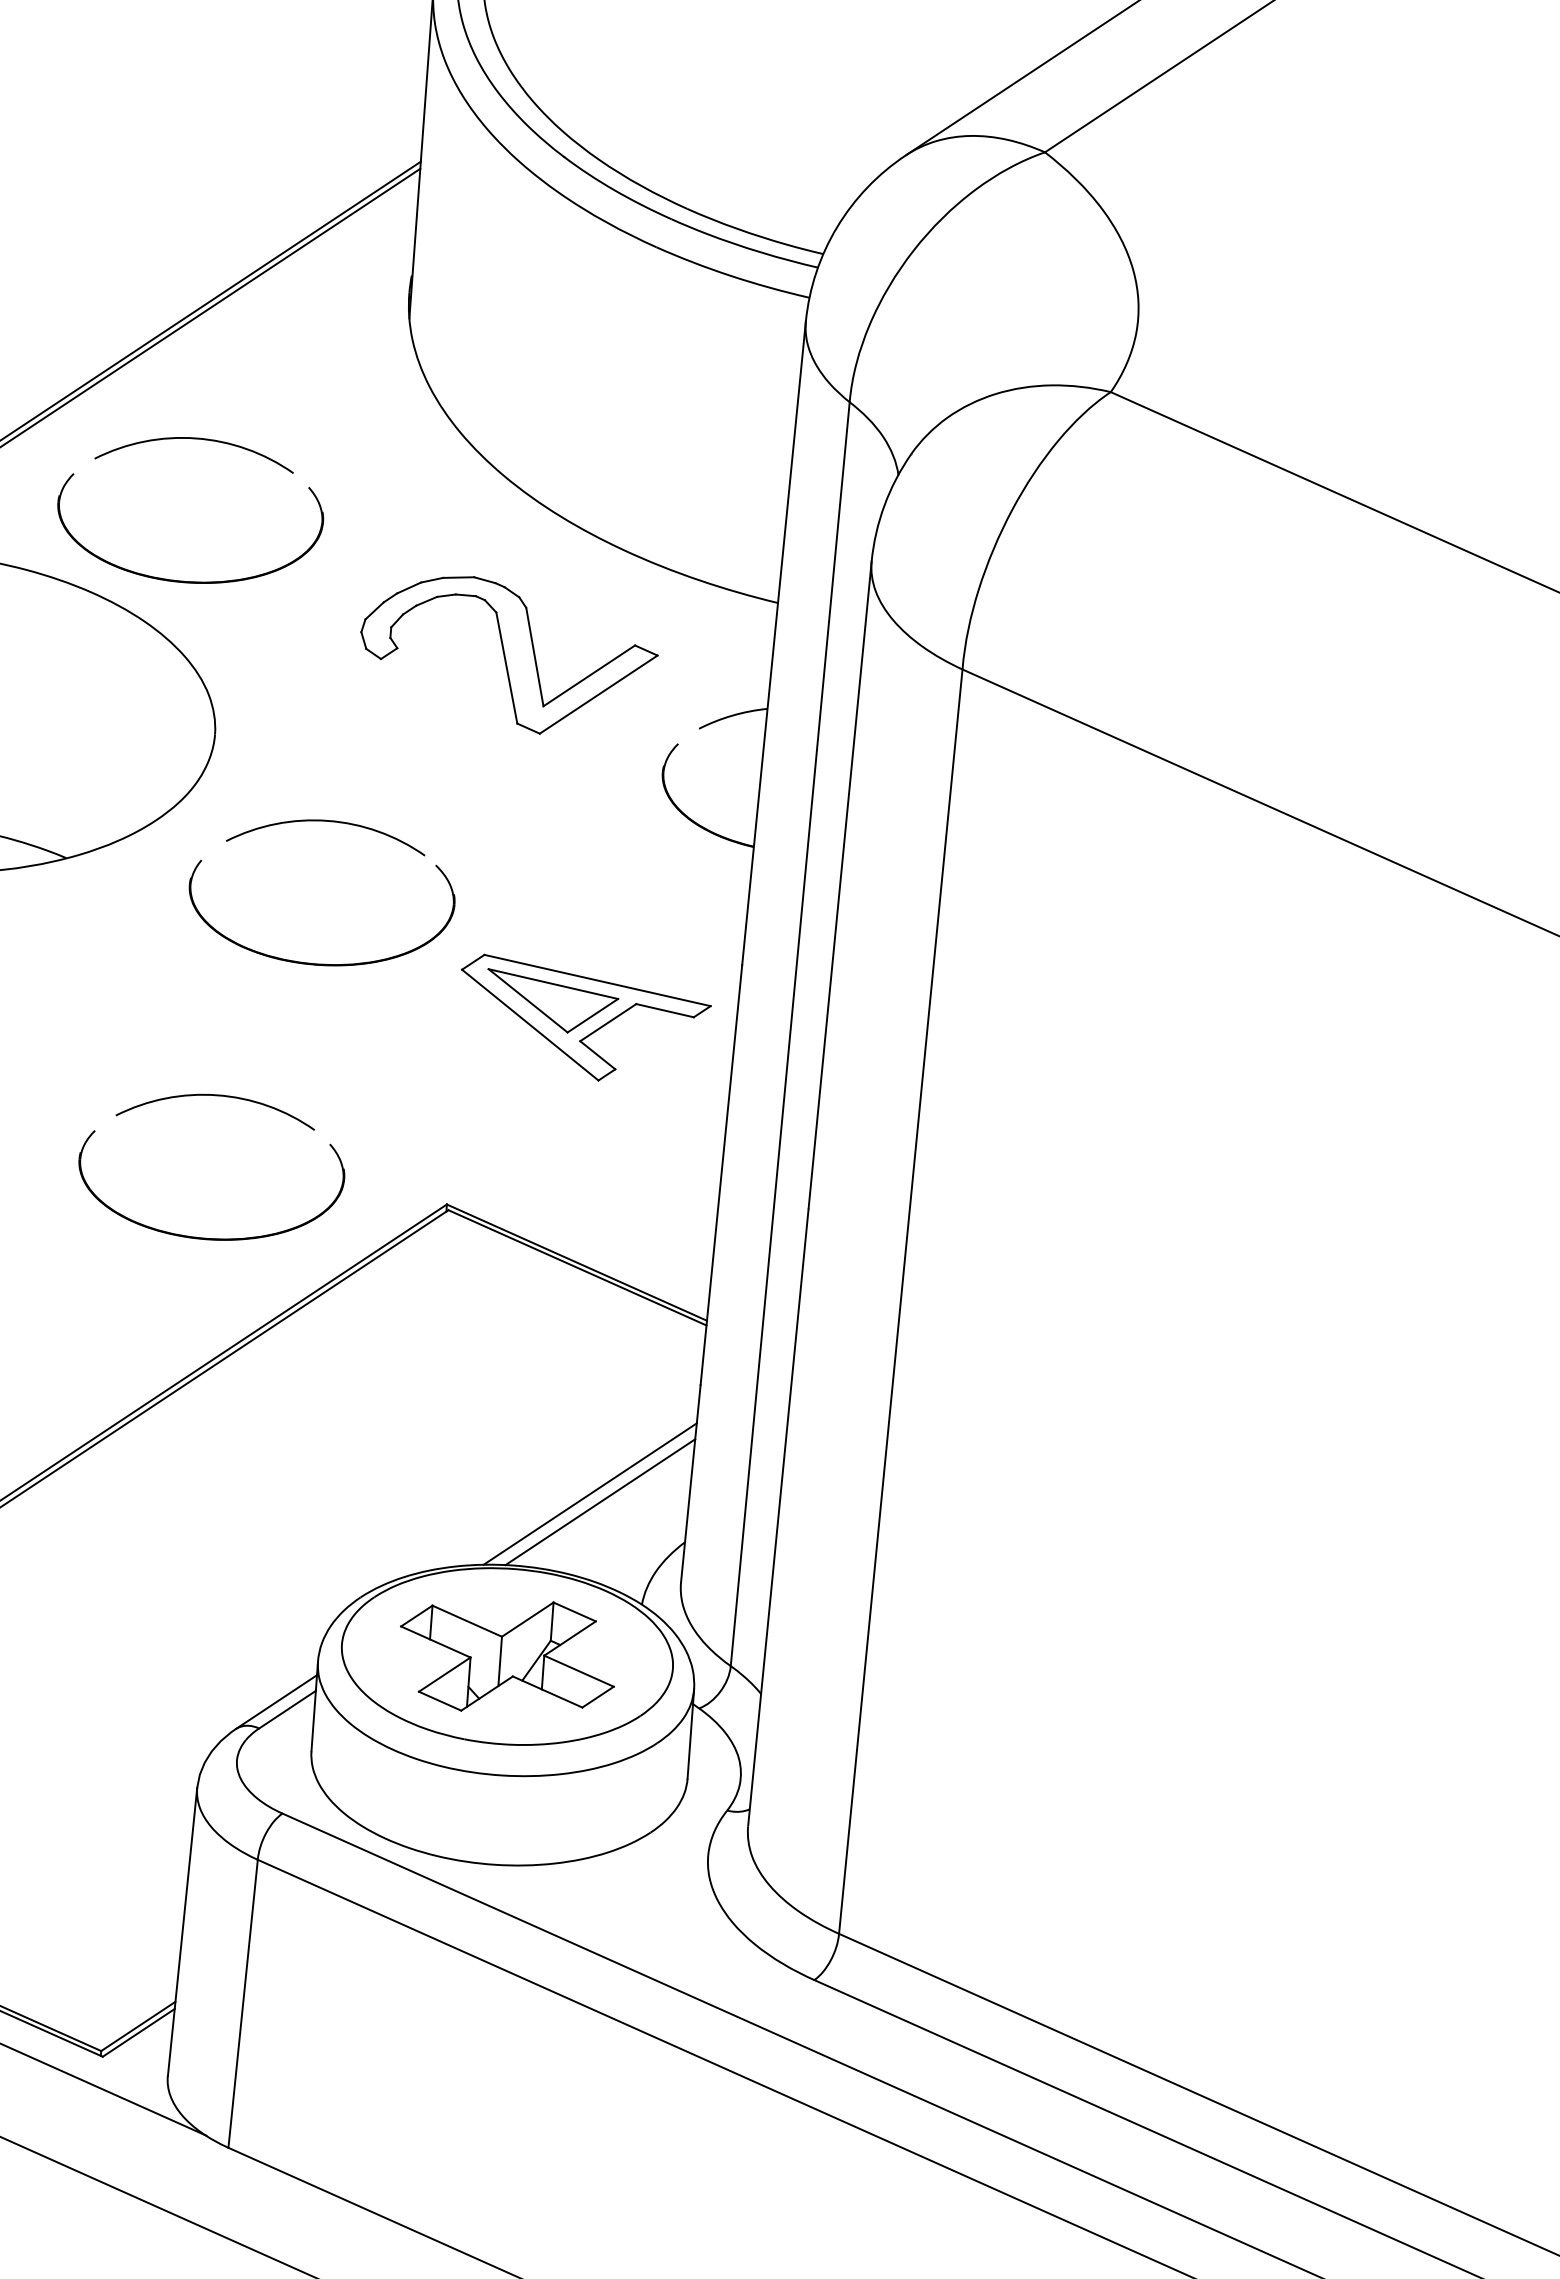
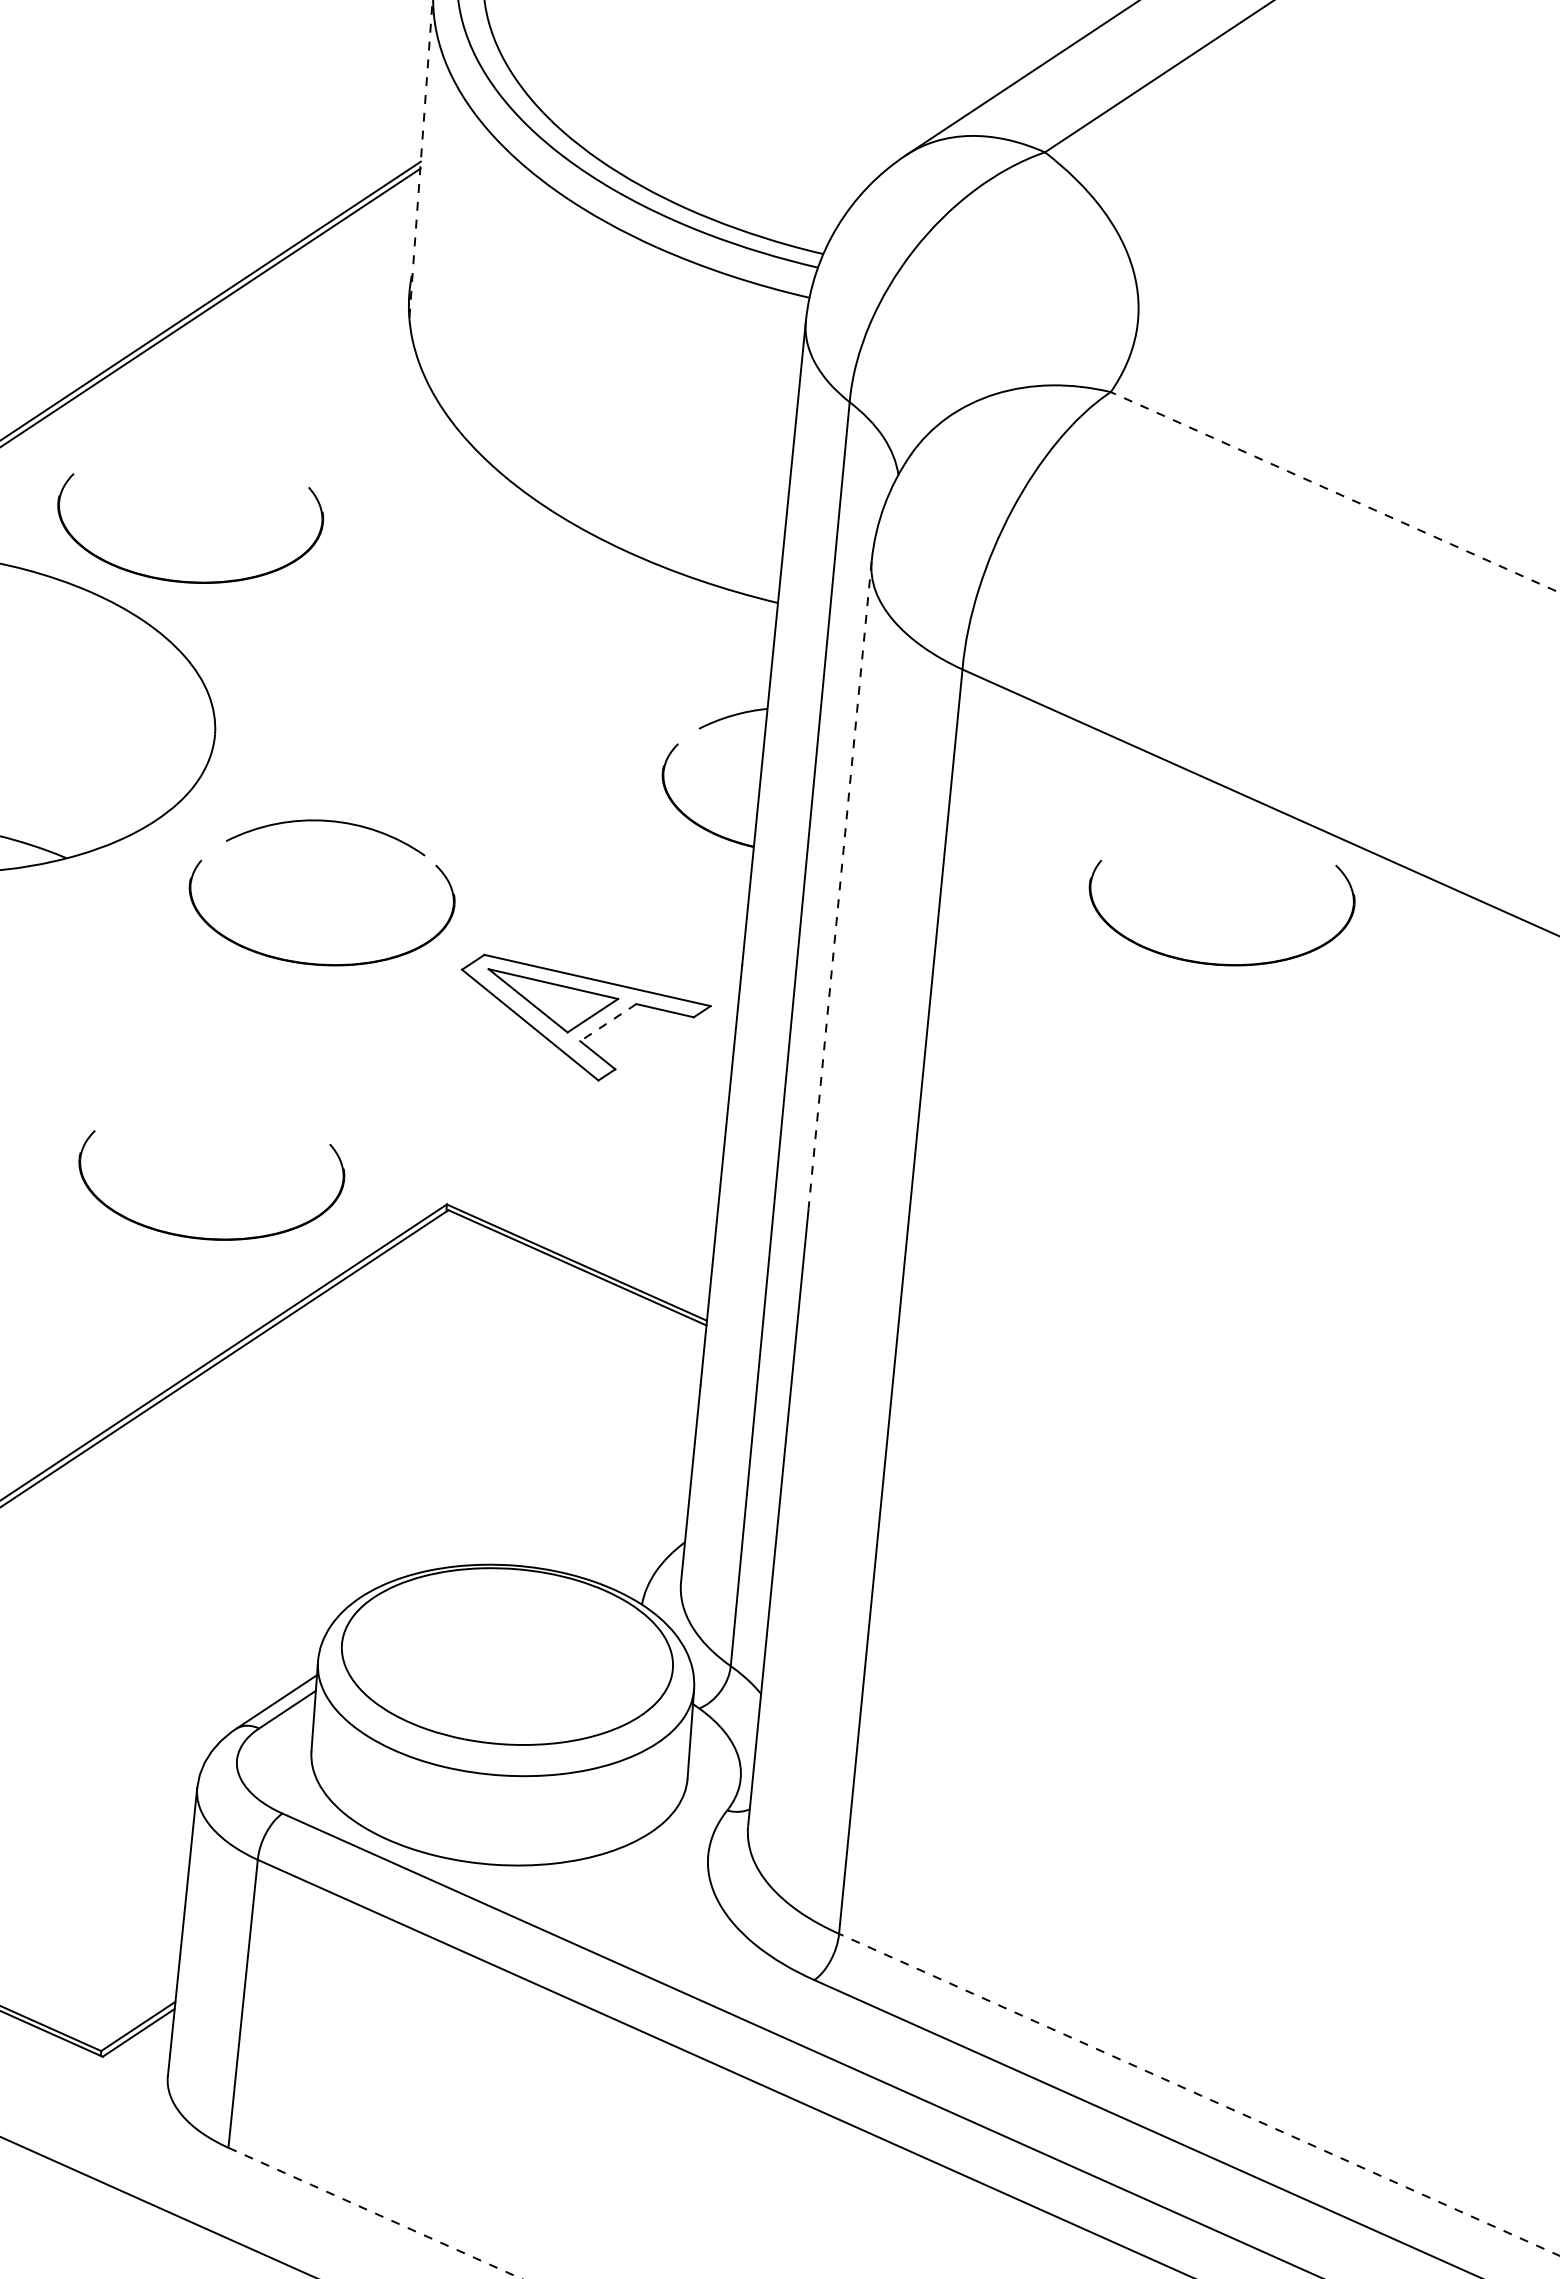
line at (421, 159): solid -> dashed
arc at (193, 439): present -> none
line at (1335, 492): solid -> dashed
part at (509, 655): present -> none
line at (840, 885): solid -> dashed
part at (1221, 963): none -> present
line at (608, 1022): solid -> dashed
arc at (214, 1096): present -> none
line at (589, 1493): present -> none
line at (600, 1502): present -> none
part at (507, 1656): present -> none
line at (104, 2089): present -> none
line at (1198, 2094): solid -> dashed
line at (375, 2213): solid -> dashed
